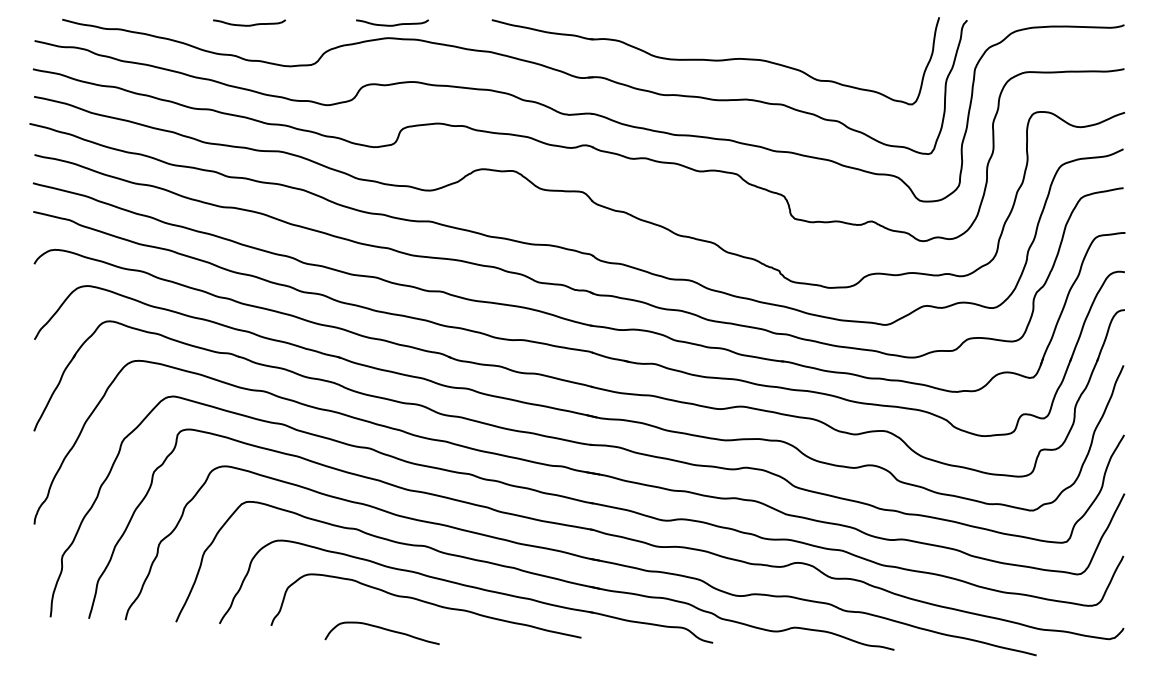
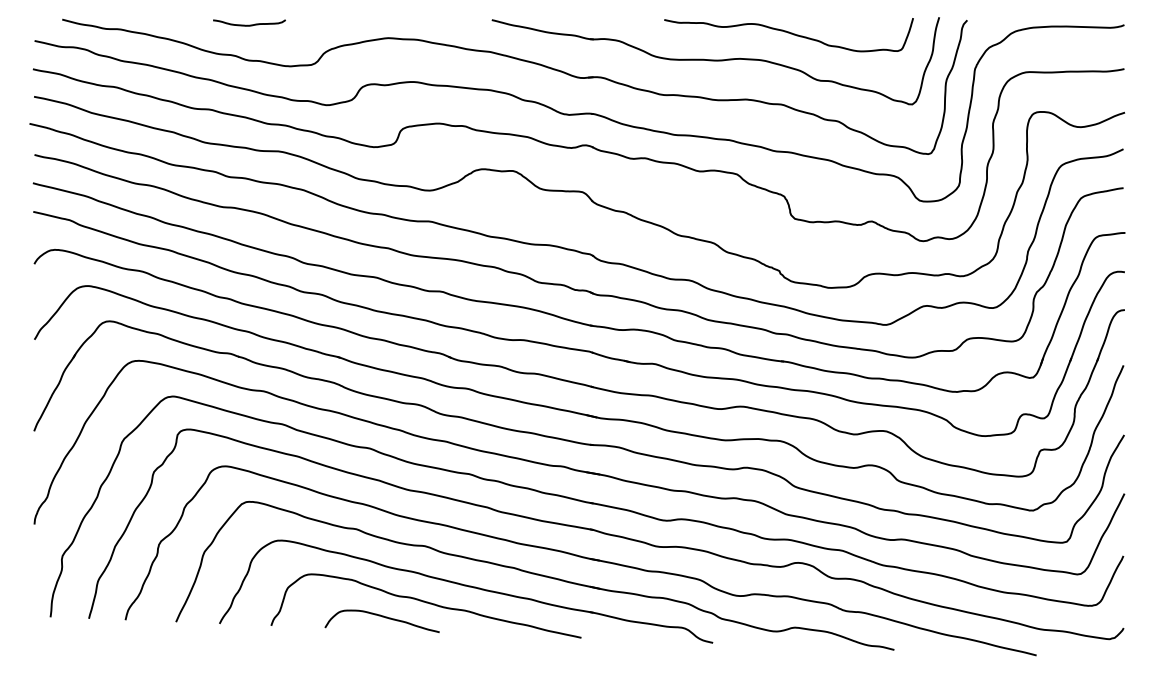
curve at (392, 24): present -> none
curve at (788, 33): none -> present
curve at (382, 629) position: (382, 629) -> (382, 617)
